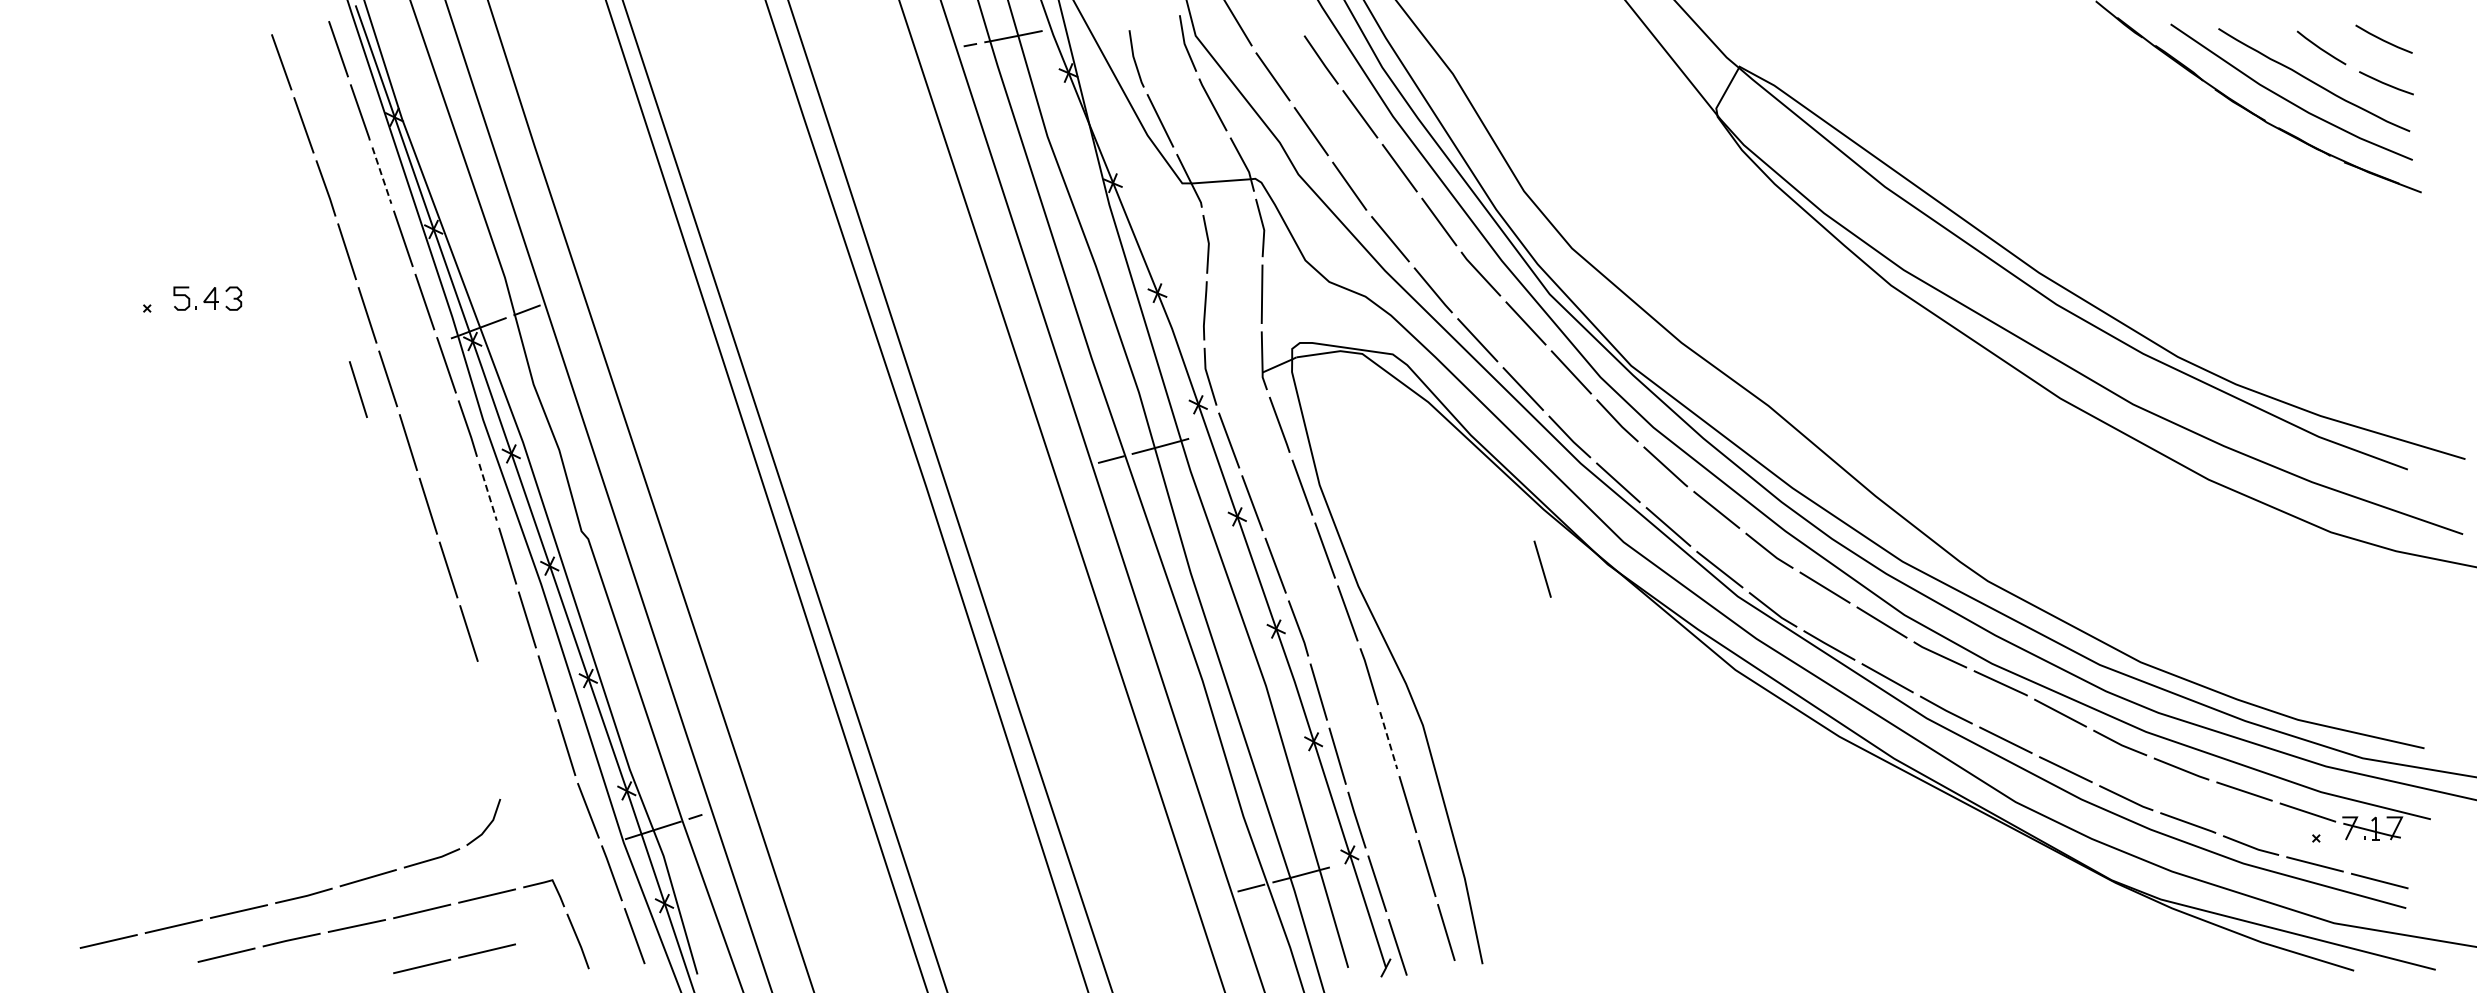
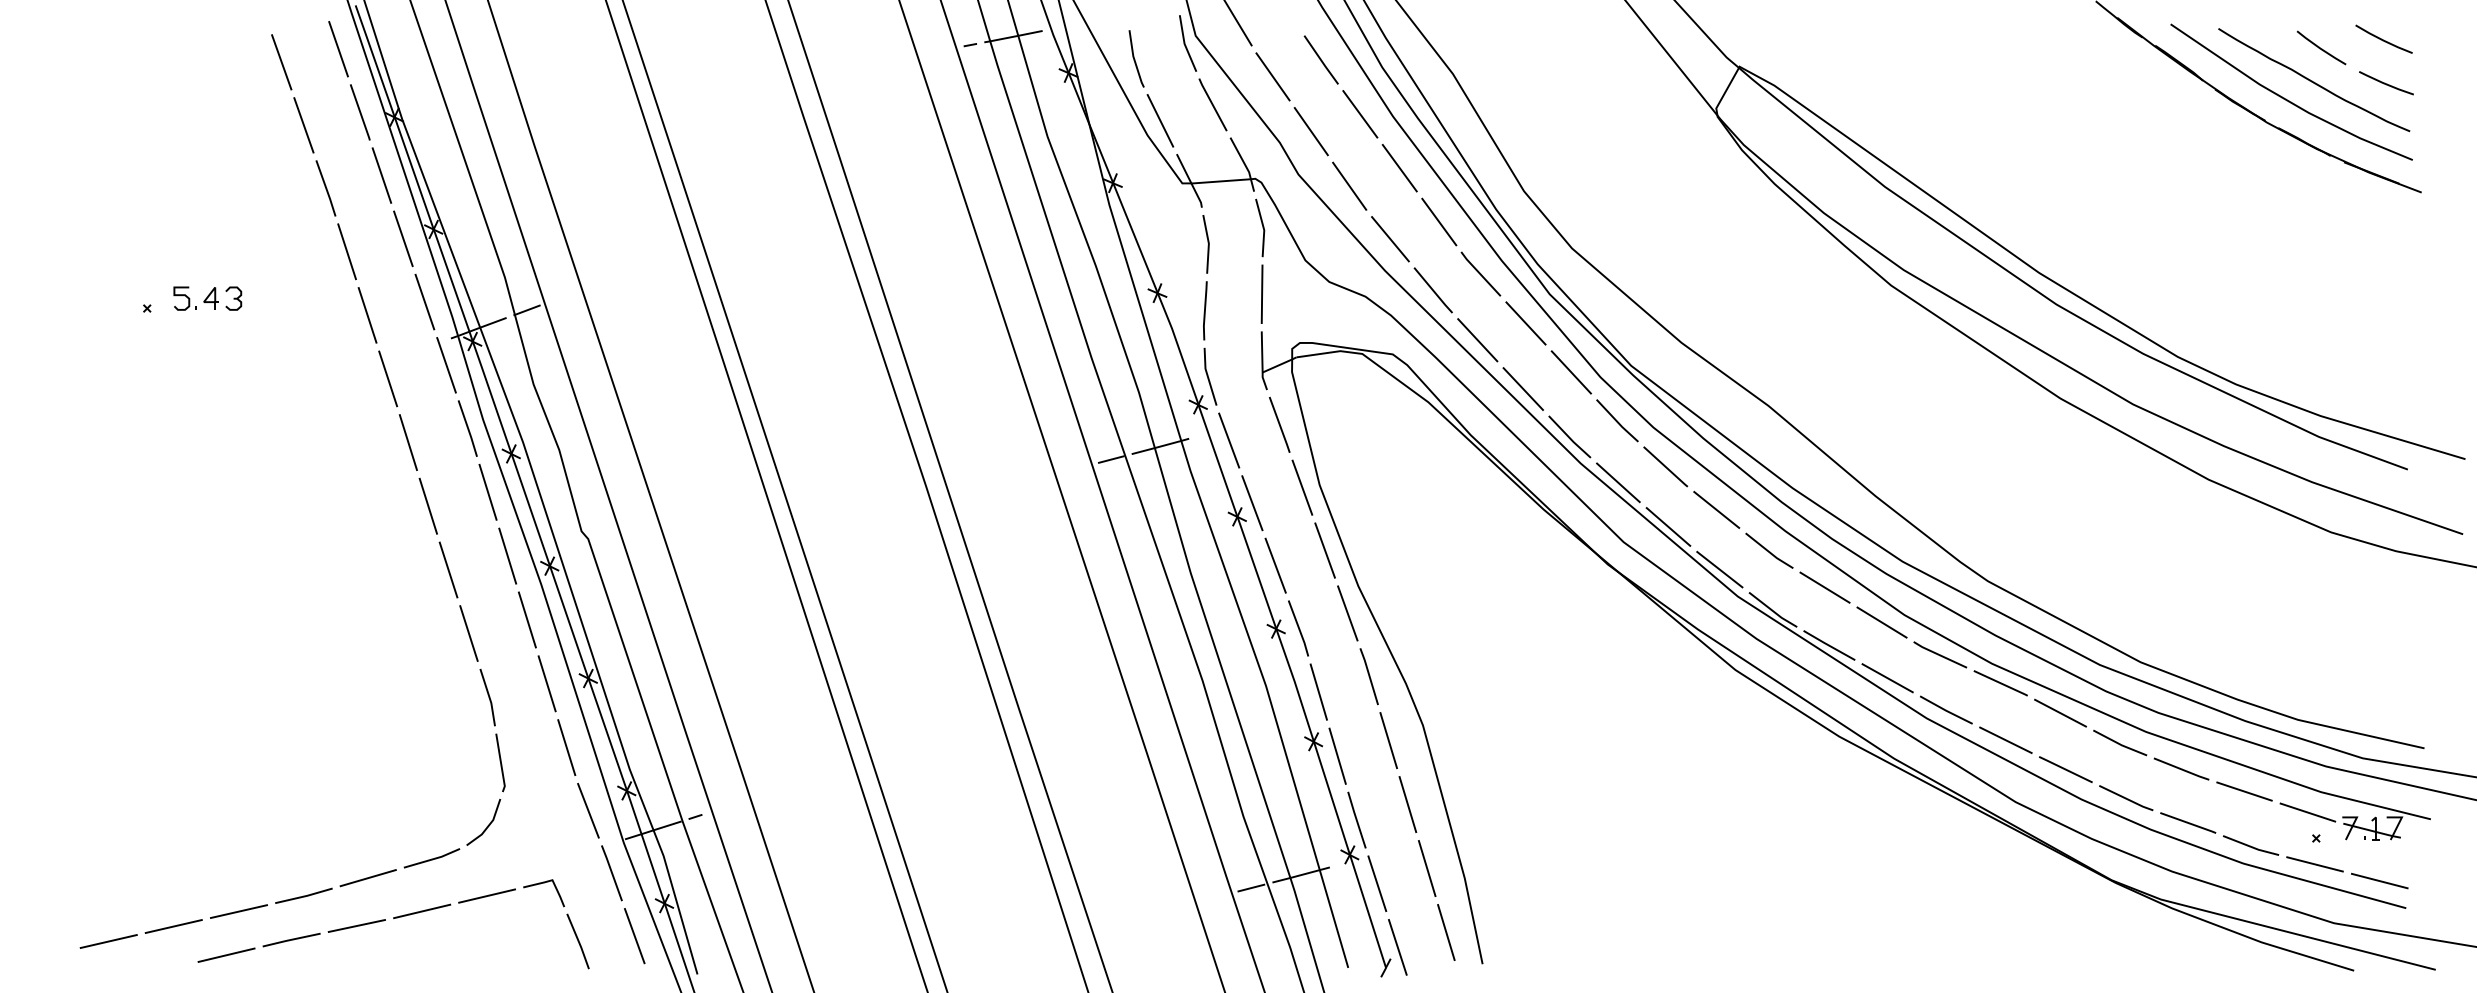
line at (381, 175): dashed -> solid
line at (357, 389): present -> none
line at (488, 492): dashed -> solid
line at (1542, 568): present -> none
part at (492, 730): none -> present
line at (1388, 740): dashed -> solid
line at (451, 960): present -> none
